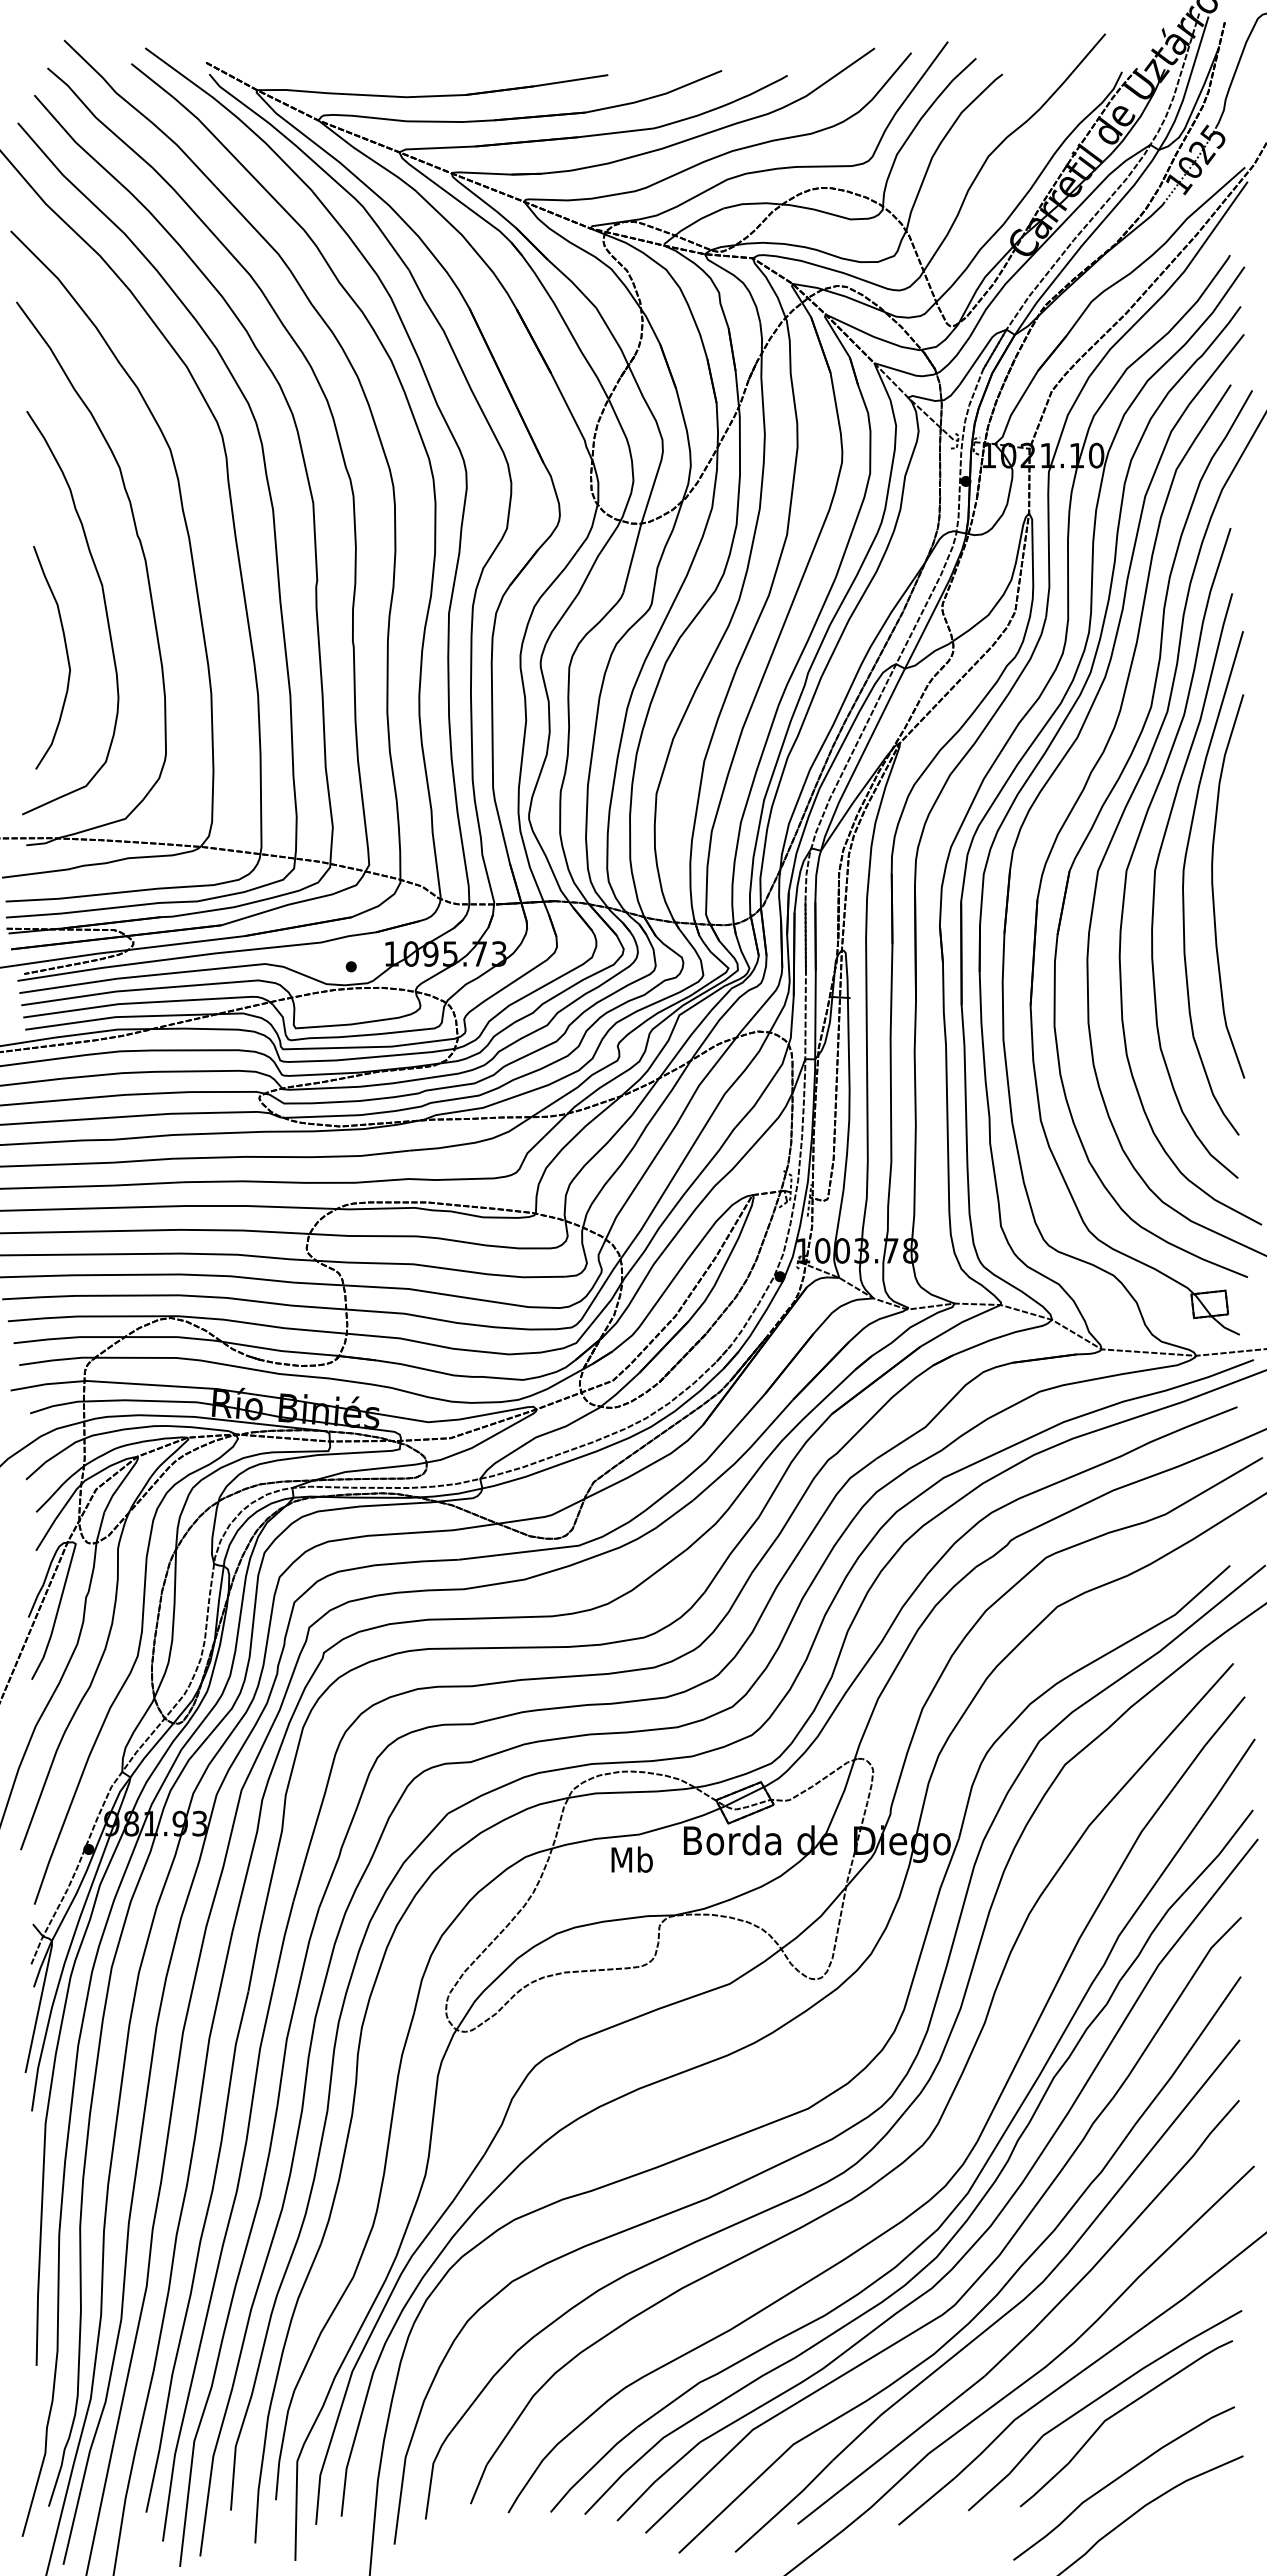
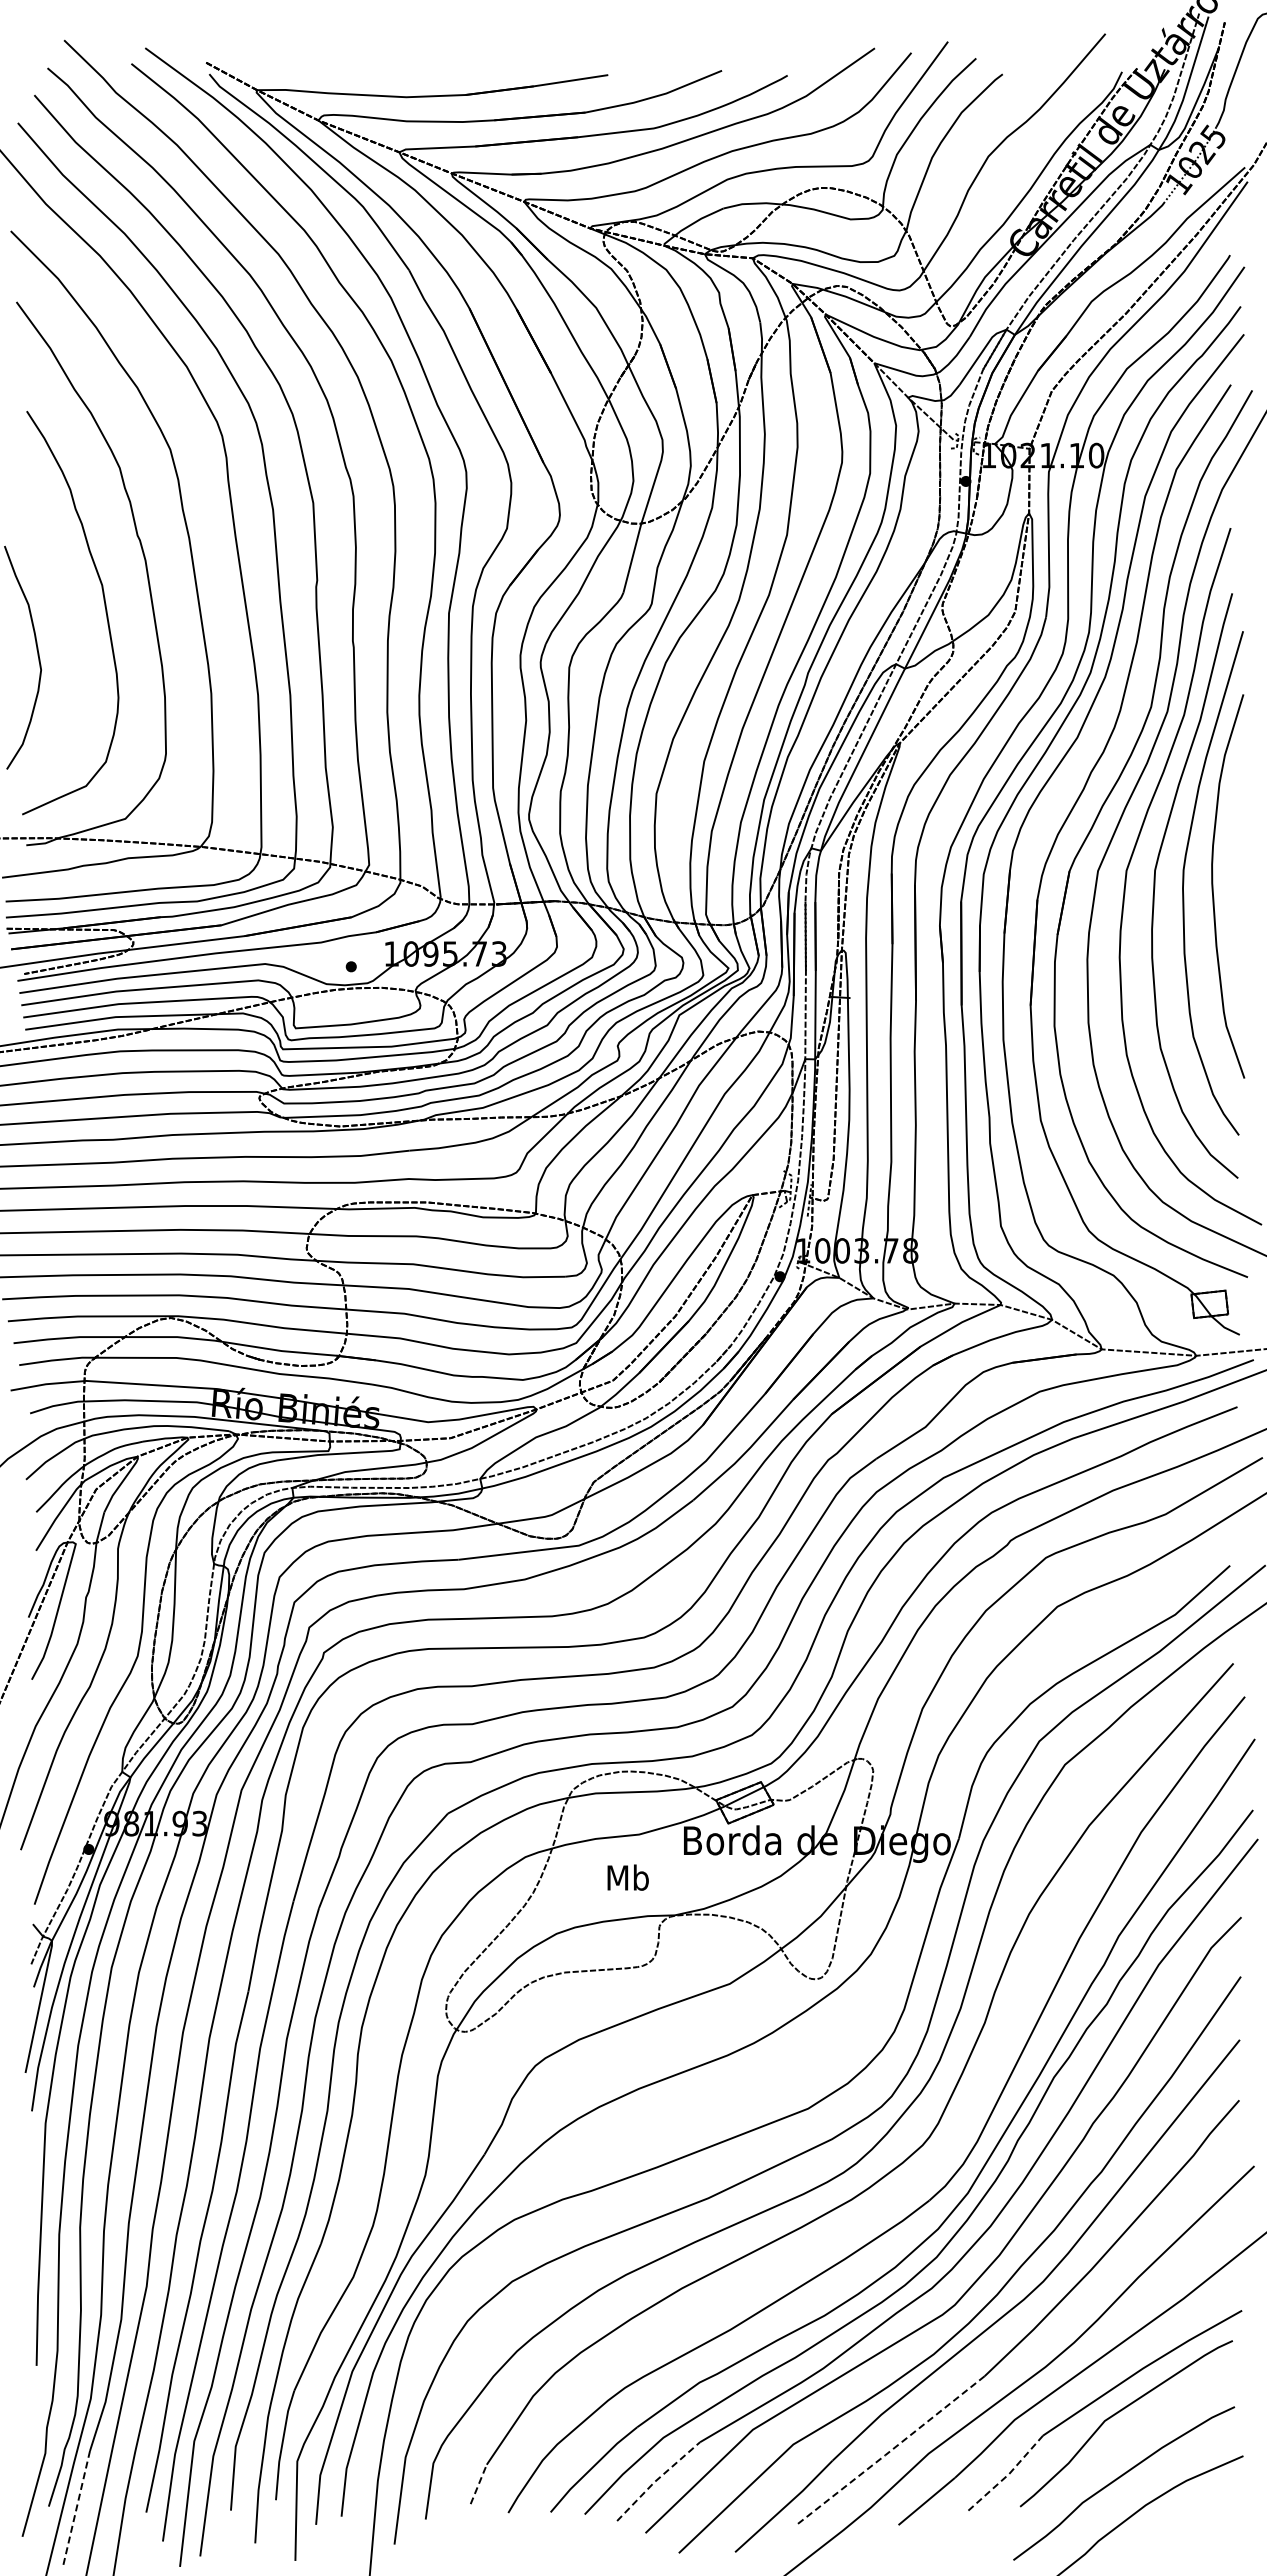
curve at (66, 656) position: (66, 656) -> (37, 656)
text at (631, 1859) position: (631, 1859) -> (627, 1877)
line at (890, 2451): solid -> dashed
line at (1007, 2475): solid -> dashed
line at (656, 2480): solid -> dashed
line at (478, 2483): solid -> dashed
line at (76, 2507): solid -> dashed
